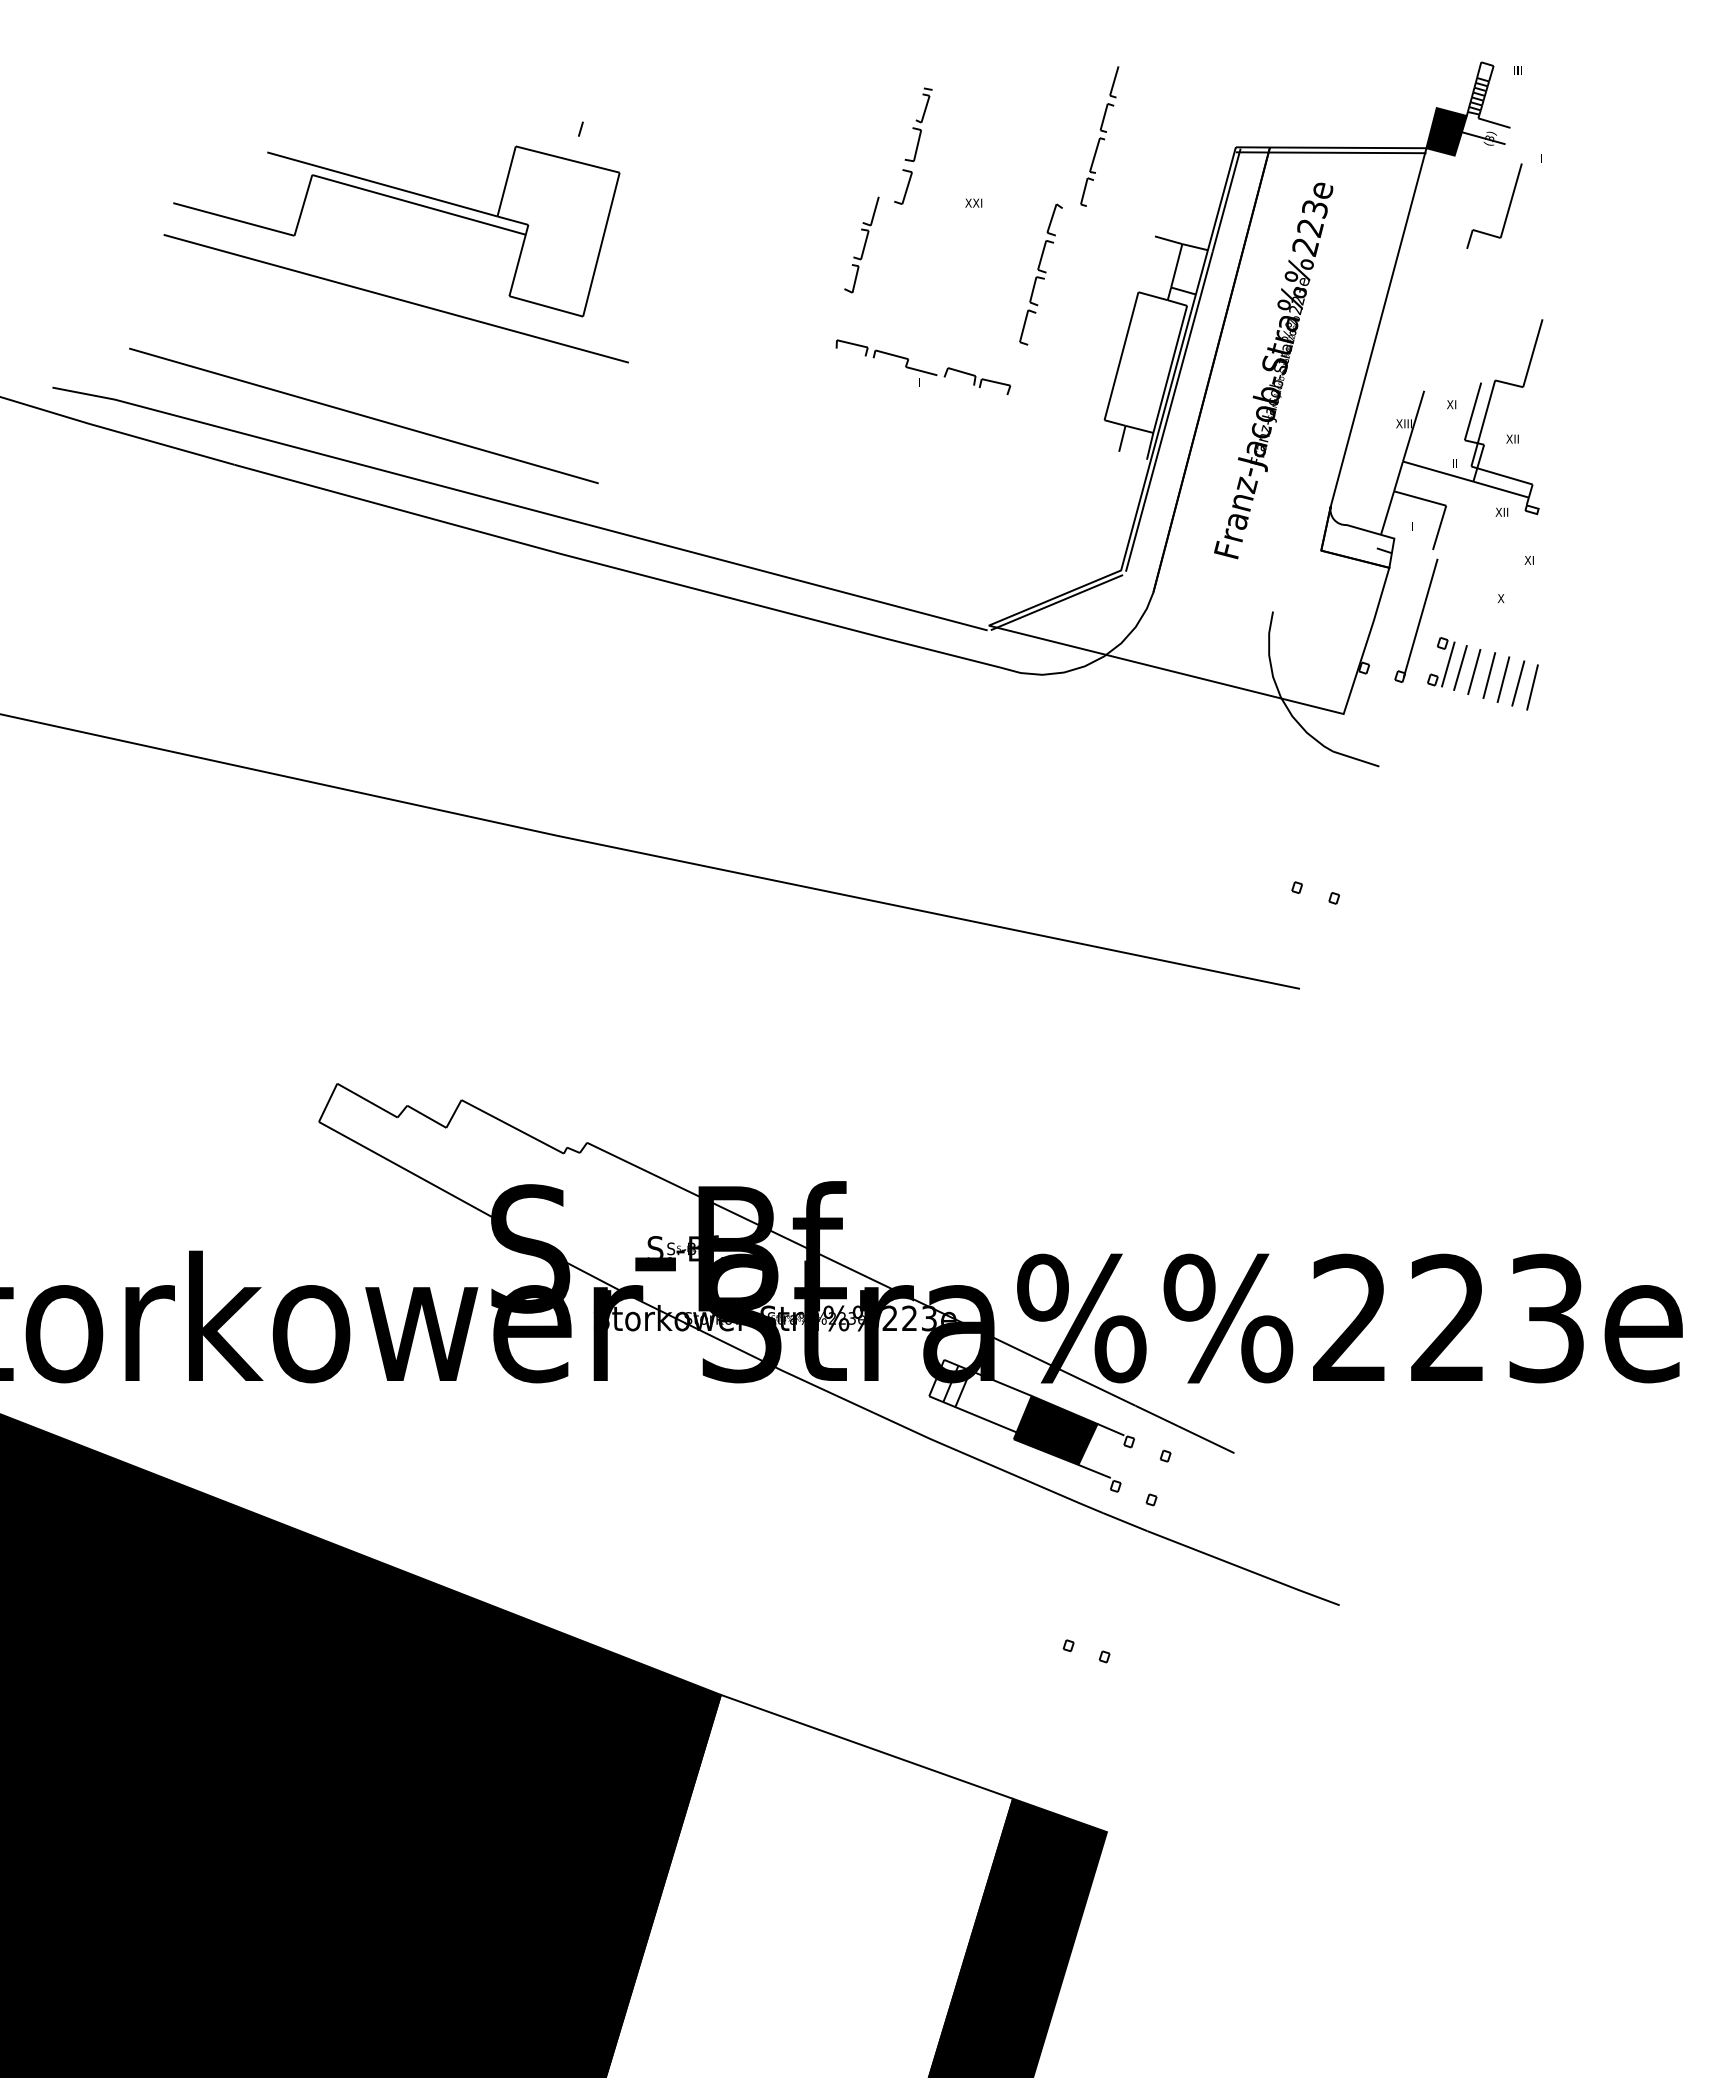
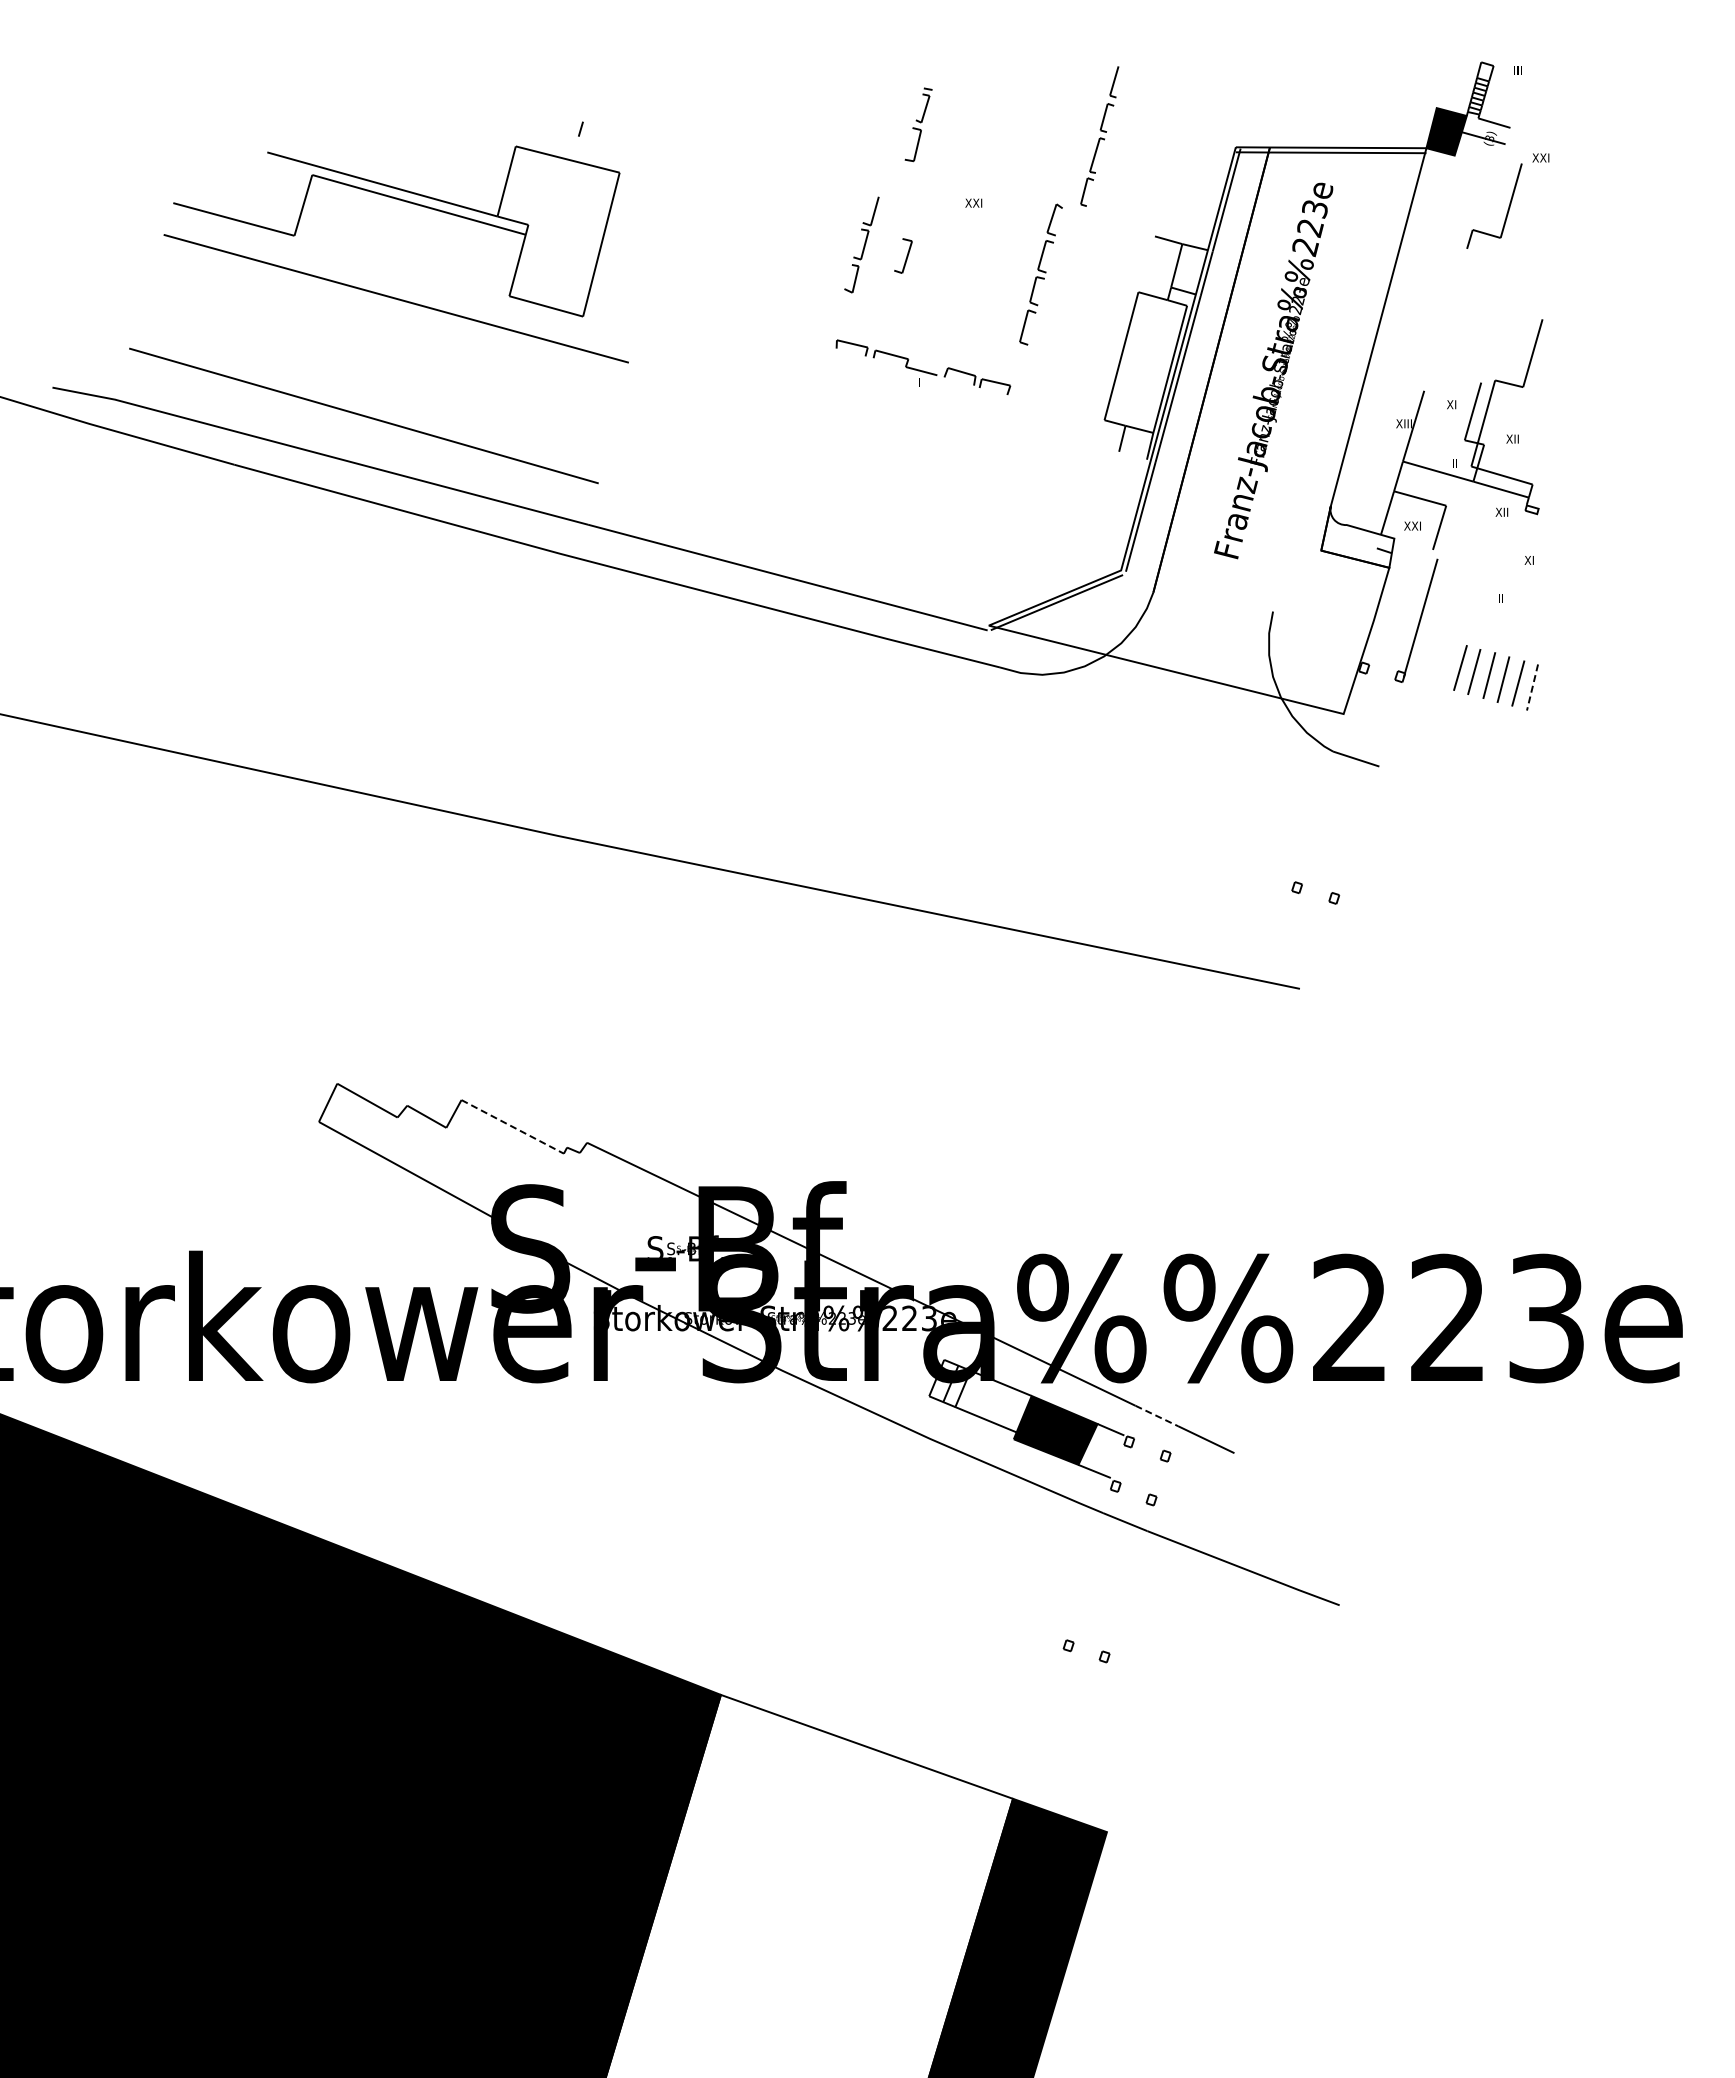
text at (1540, 157): I -> XXI
part at (903, 186) position: (903, 186) -> (903, 255)
text at (1412, 525): I -> XXI
text at (1501, 598): X -> II
part at (1441, 662): present -> none
line at (1532, 687): solid -> dashed
line at (512, 1126): solid -> dashed
line at (1156, 1416): solid -> dashed
